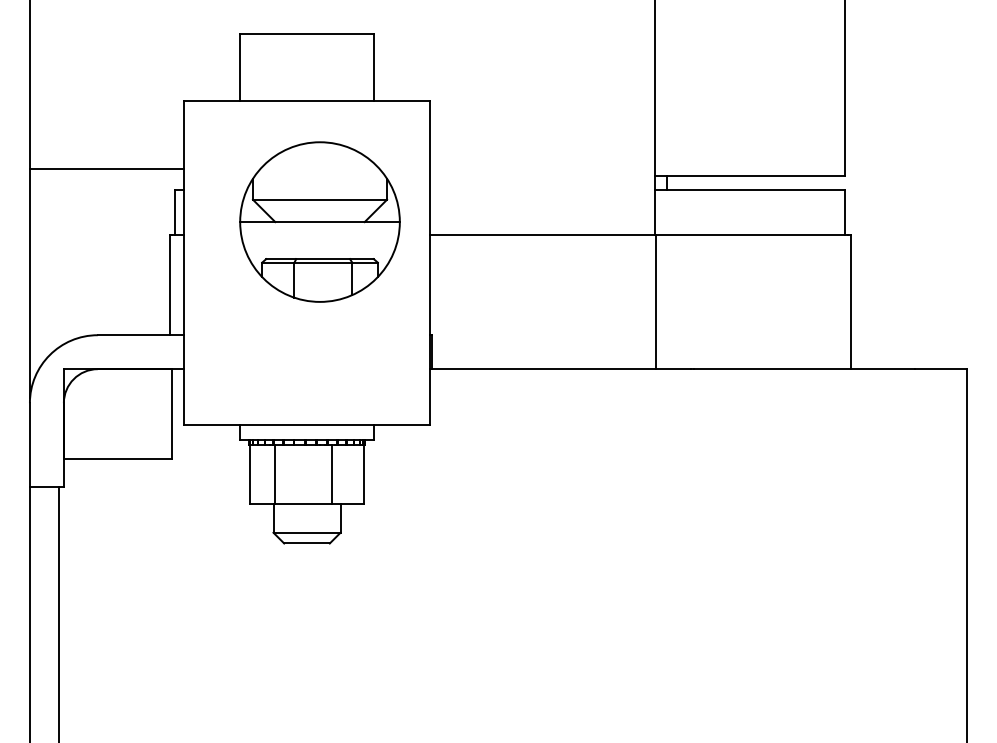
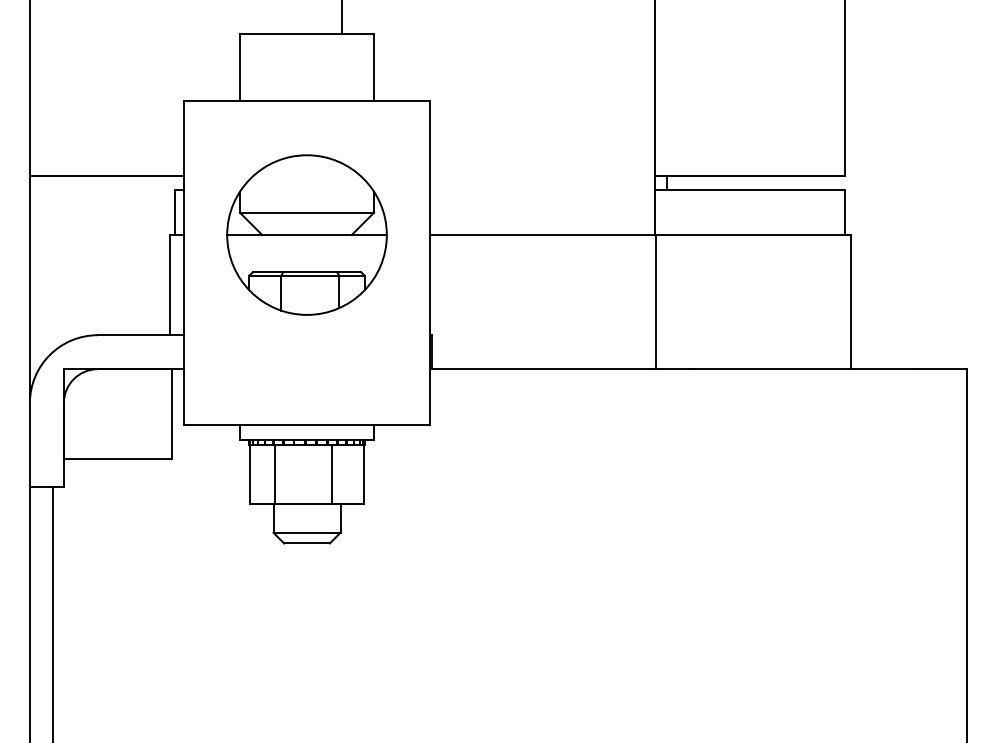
line at (341, 17): none -> present
line at (107, 168) position: (107, 168) -> (107, 175)
part at (319, 221) position: (319, 221) -> (306, 234)
line at (59, 613) position: (59, 613) -> (53, 613)
